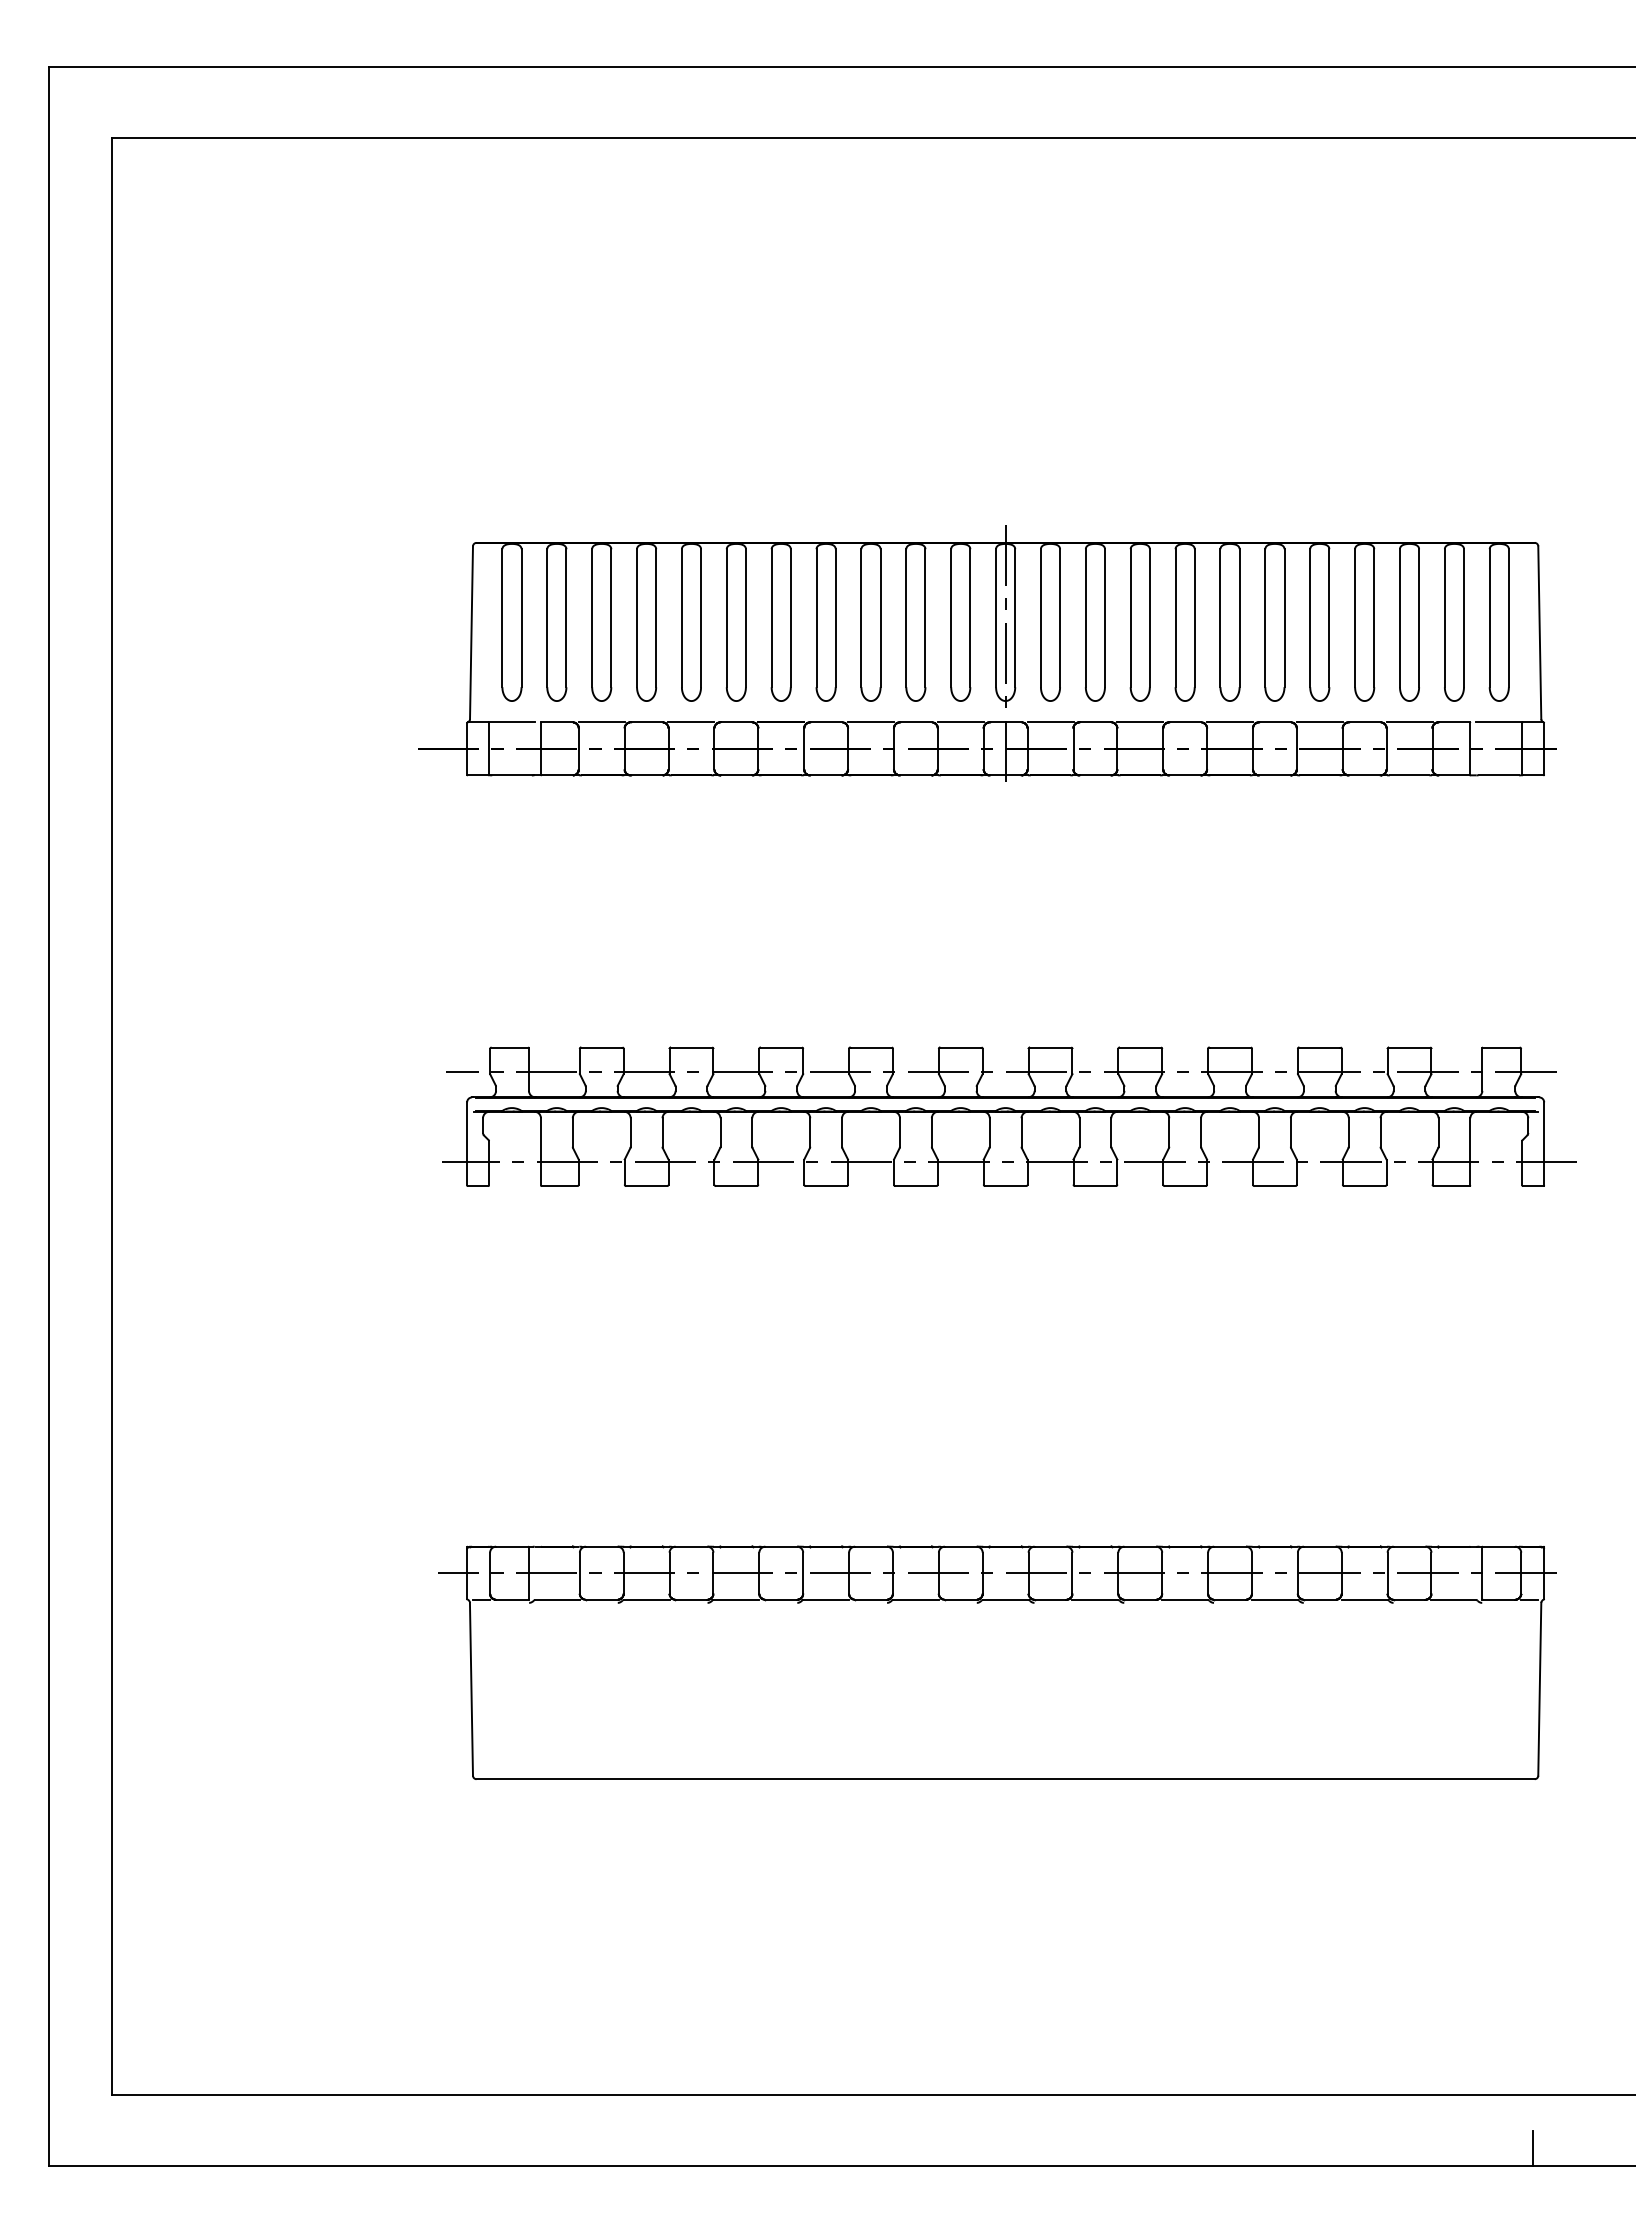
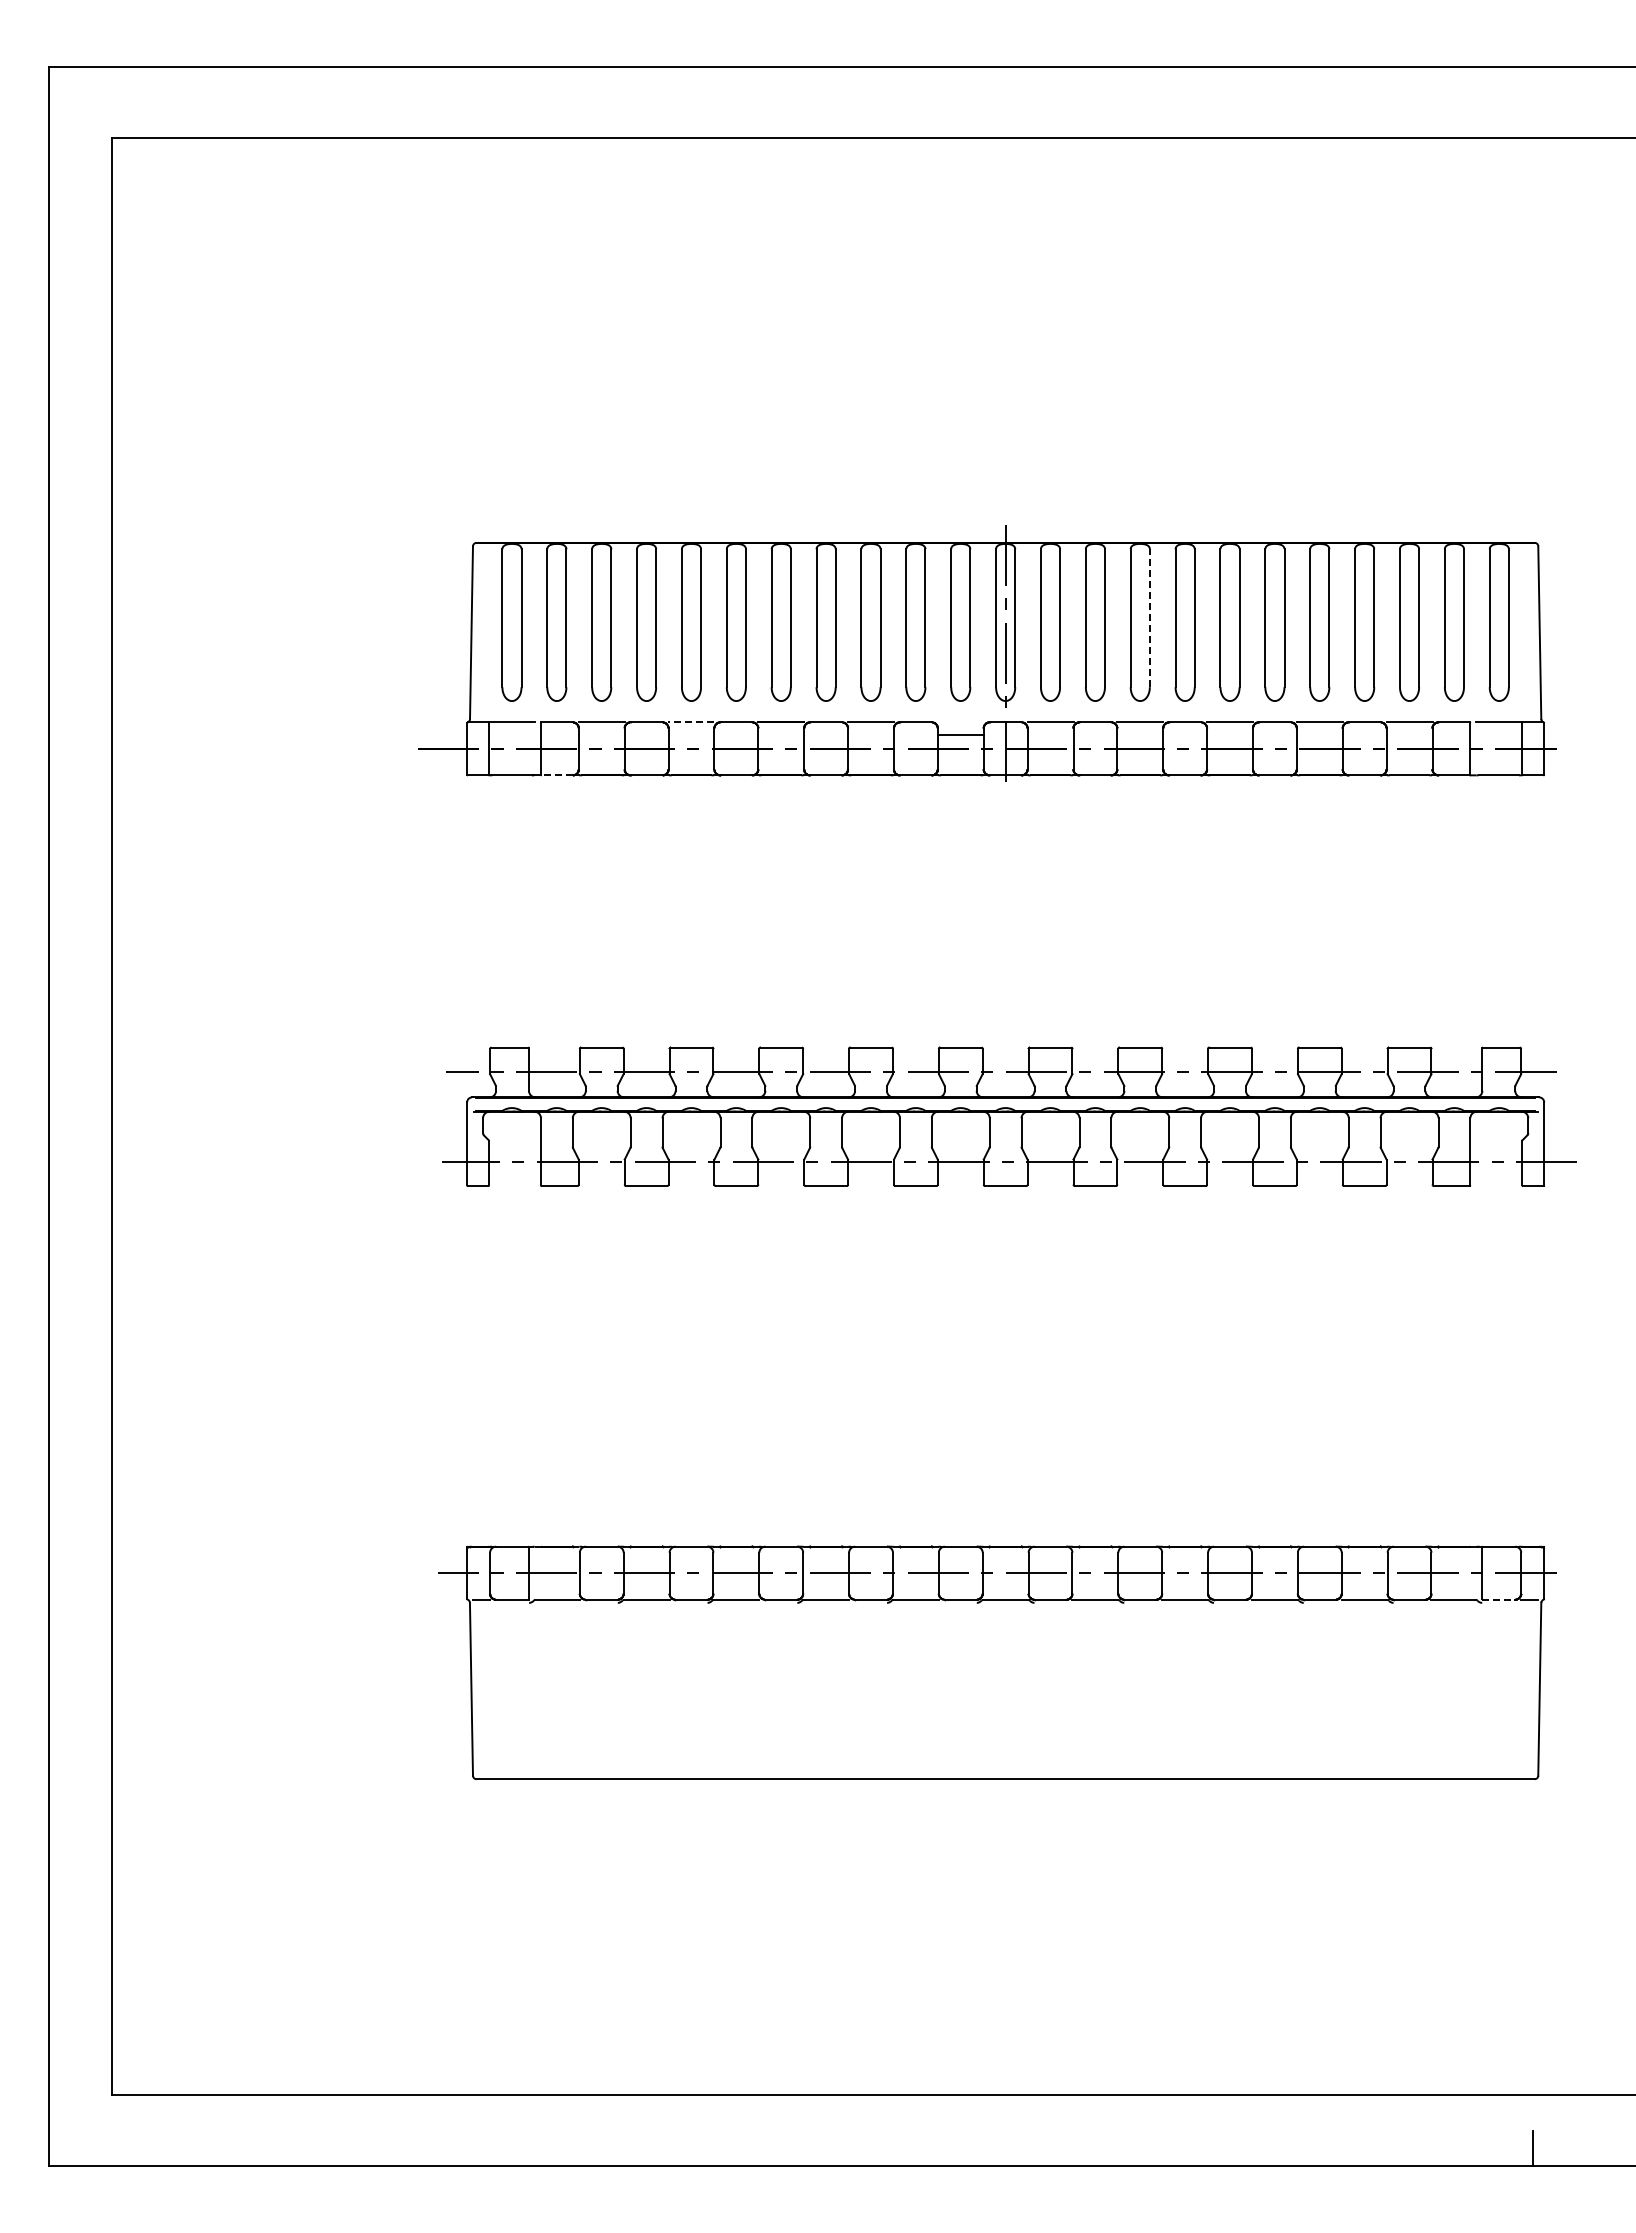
line at (1149, 618): solid -> dashed
line at (690, 722): solid -> dashed
line at (960, 722) position: (960, 722) -> (960, 735)
line at (557, 775): solid -> dashed
line at (1498, 1599): solid -> dashed
